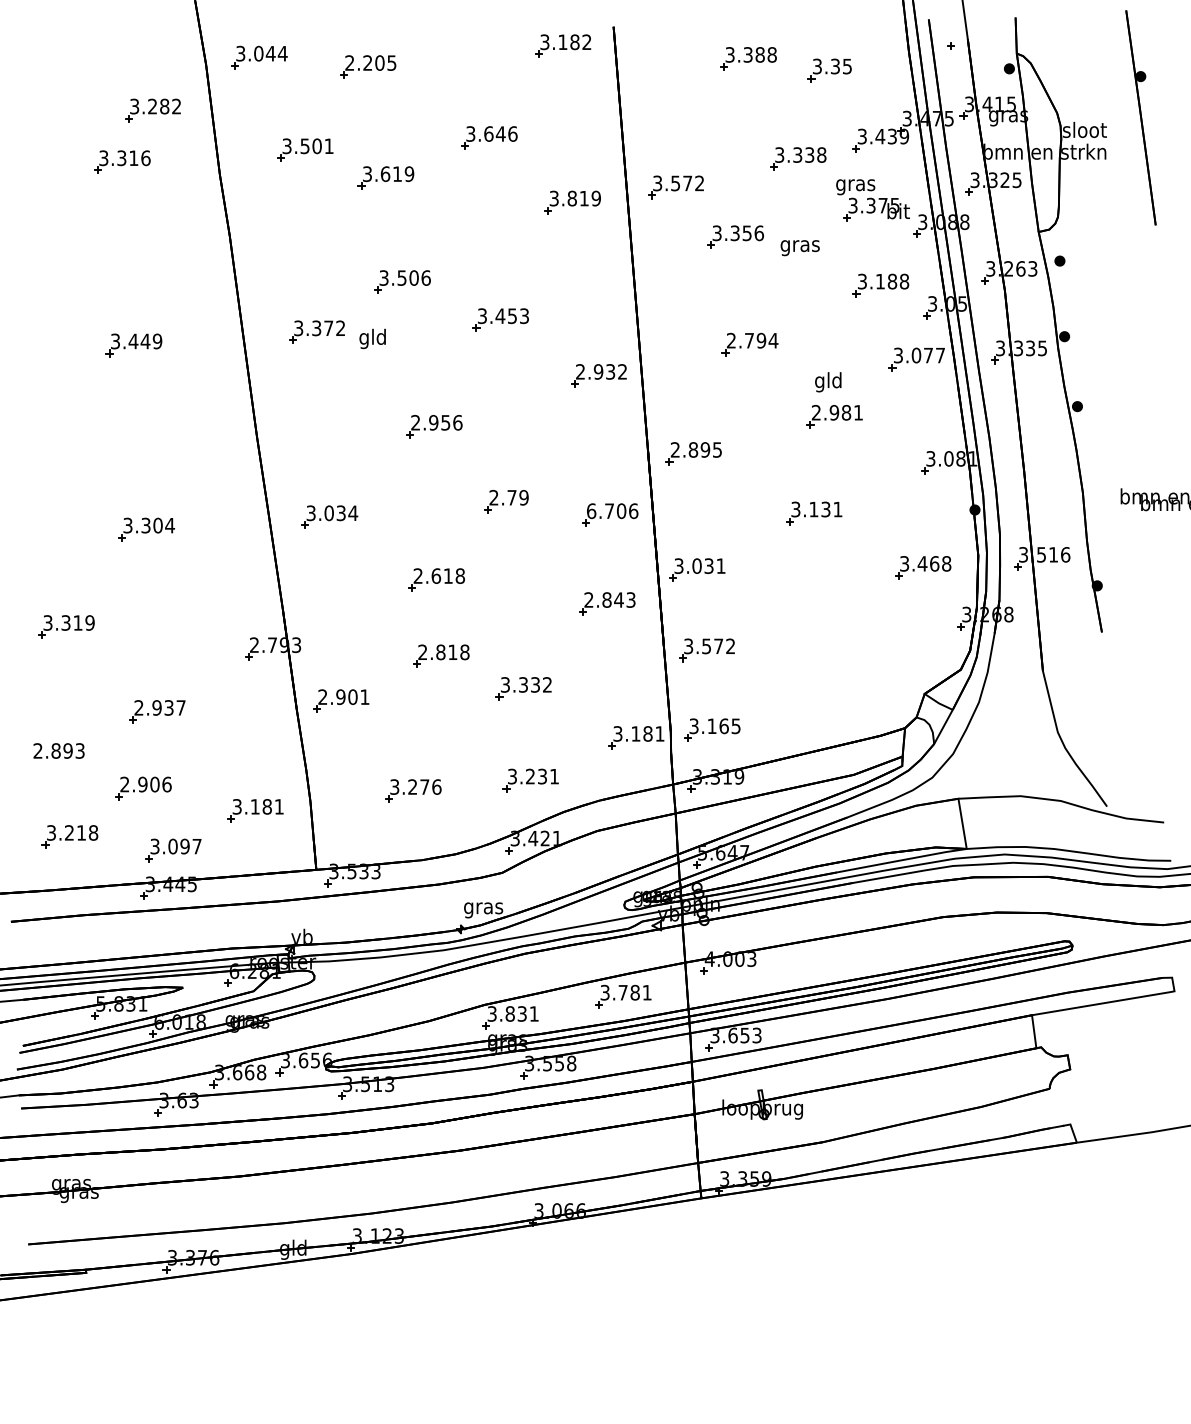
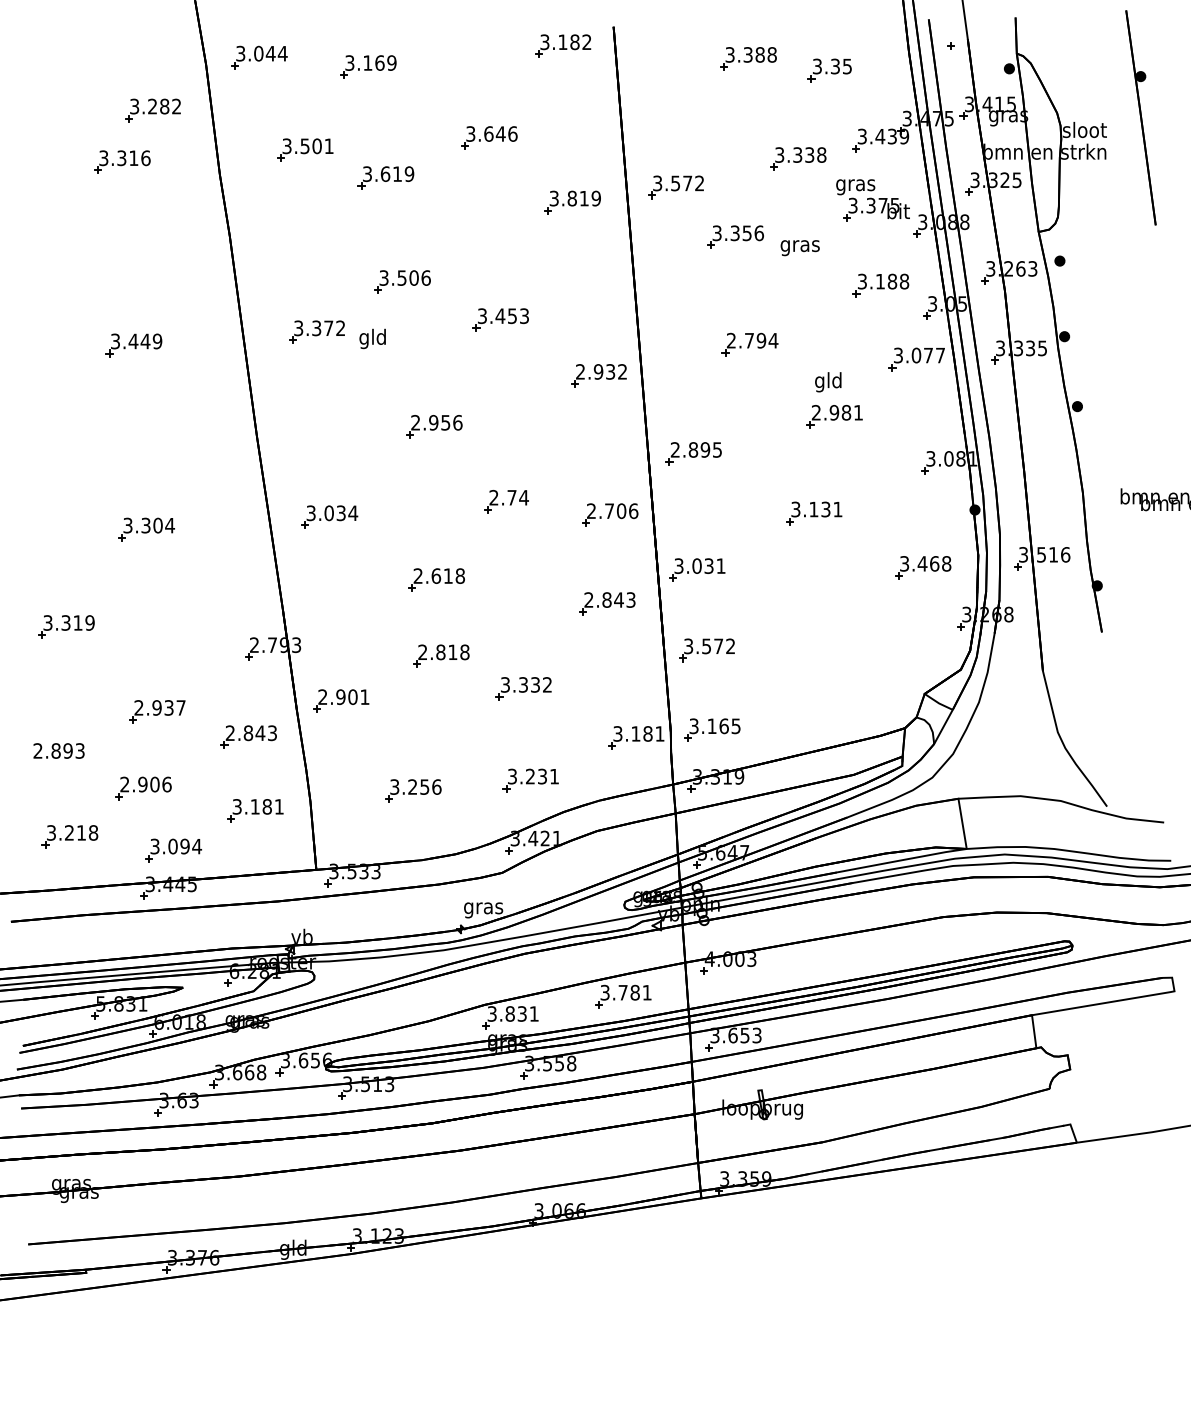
text at (370, 62): 2.205 -> 3.169
text at (523, 497): 2.79 -> 2.74
text at (591, 511): 6.706 -> 2.706
part at (248, 736): none -> present
text at (424, 786): 3.276 -> 3.256
text at (197, 846): 3.097 -> 3.094
